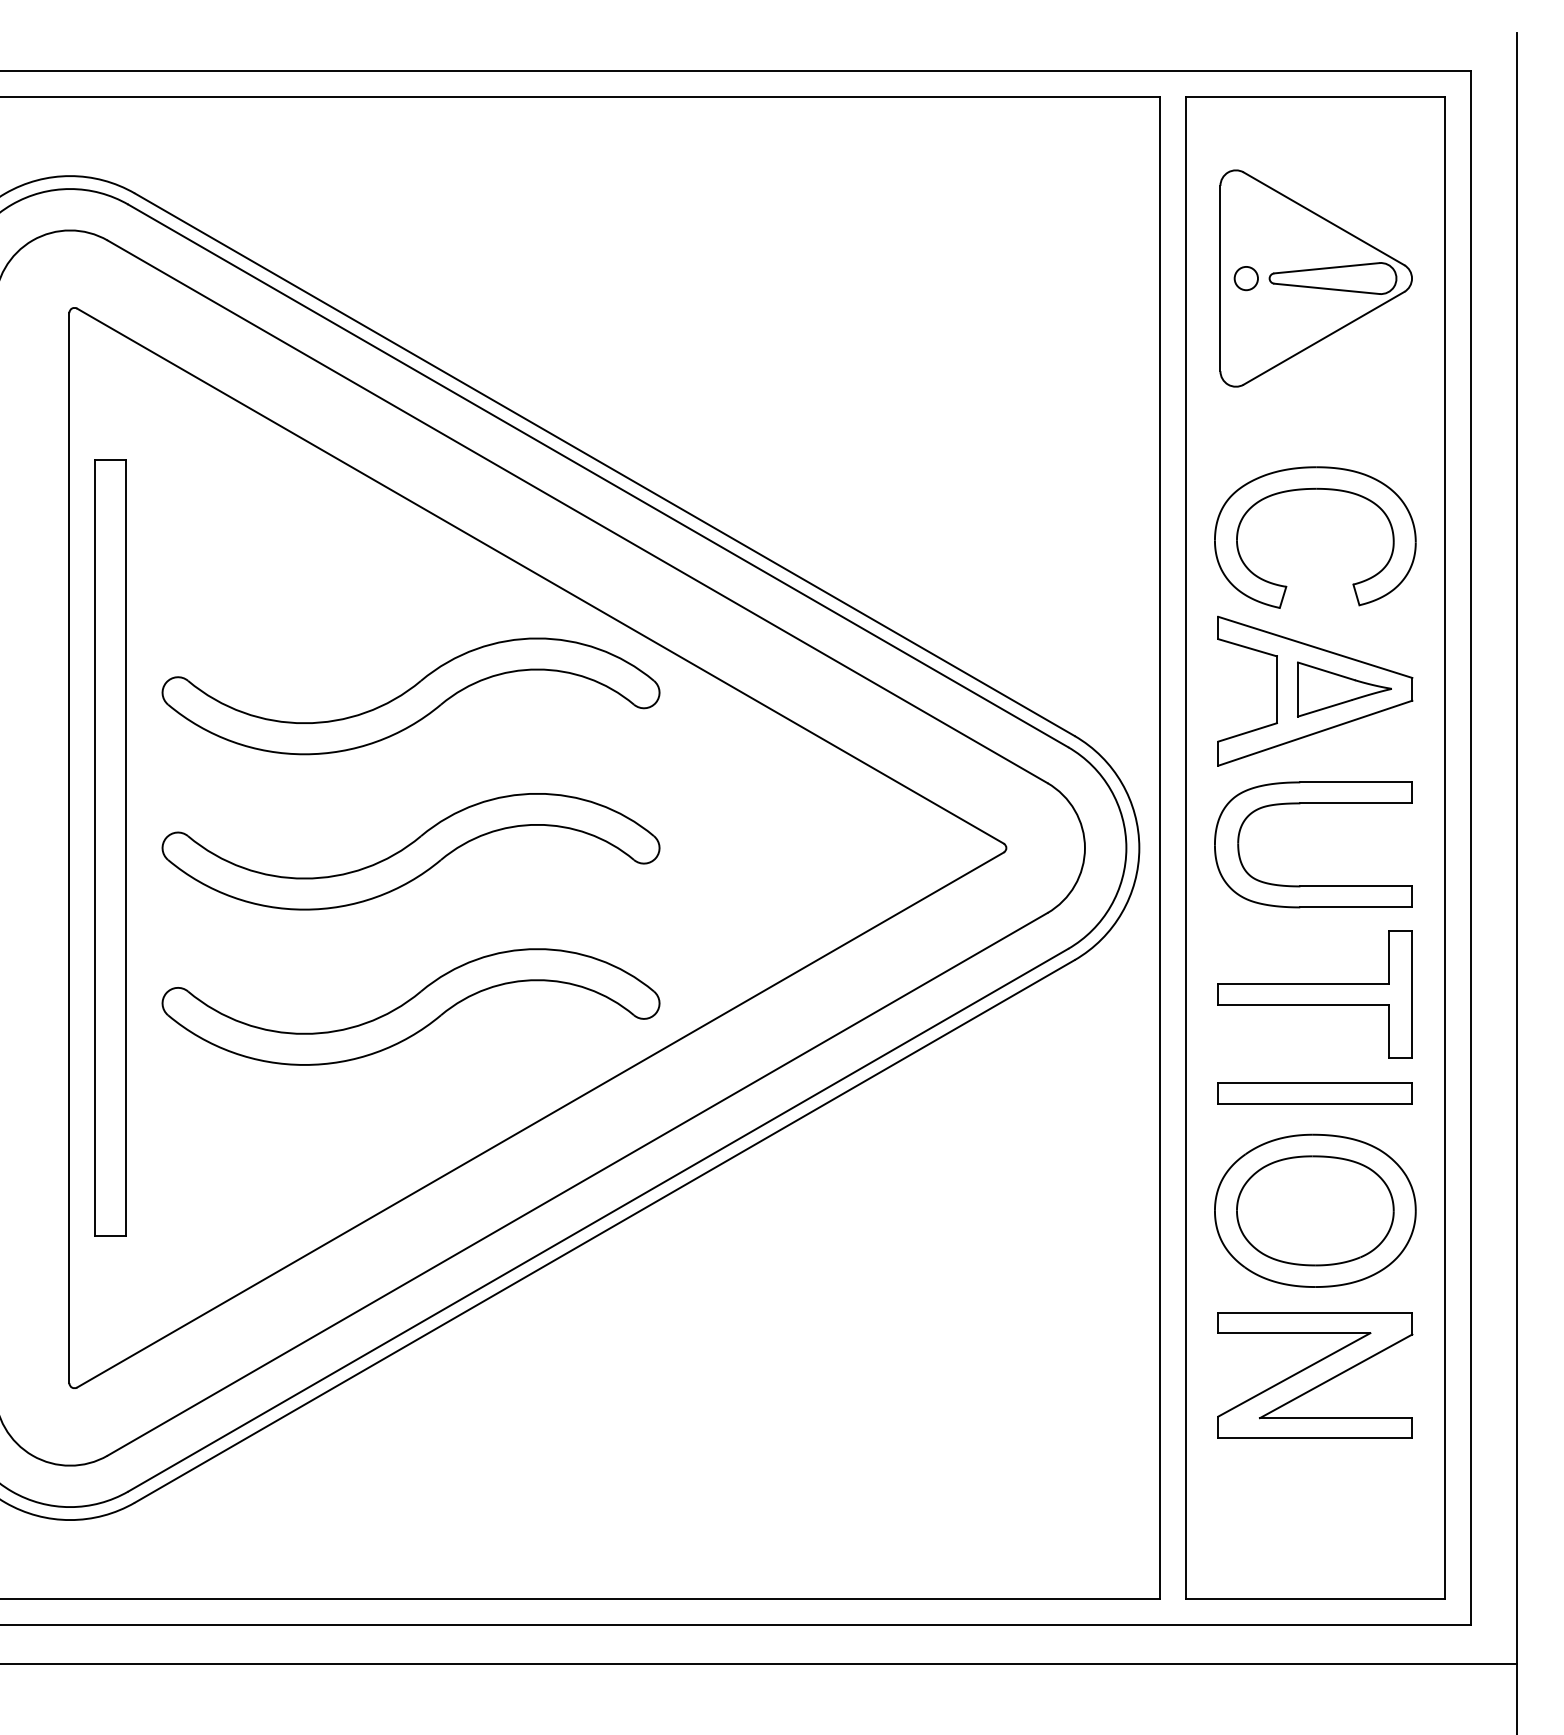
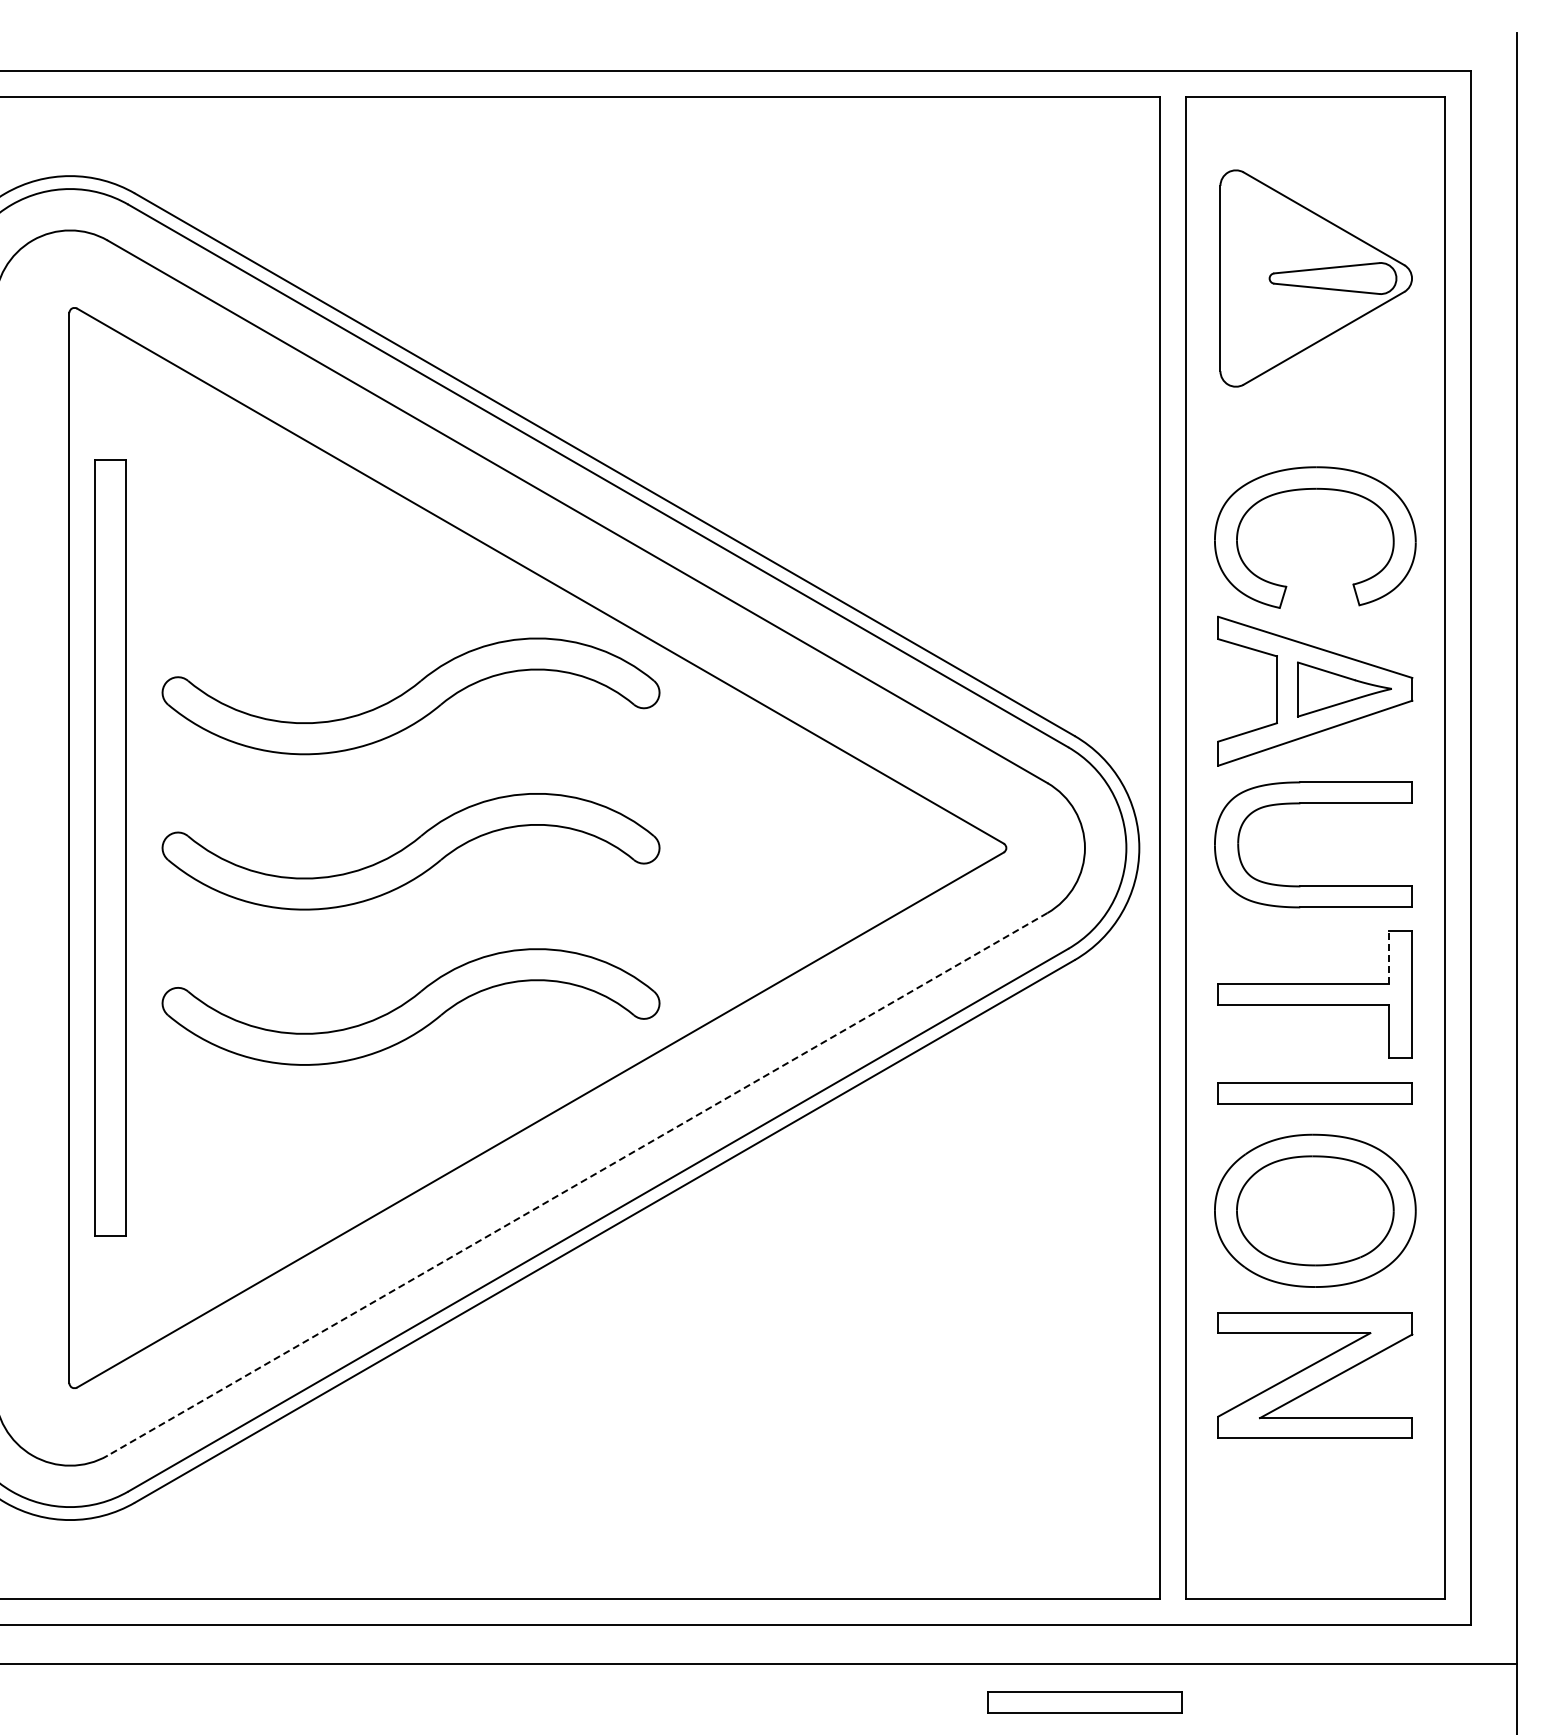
circle at (1245, 278): present -> none
line at (1389, 957): solid -> dashed
line at (577, 1184): solid -> dashed
part at (1084, 1702): none -> present
